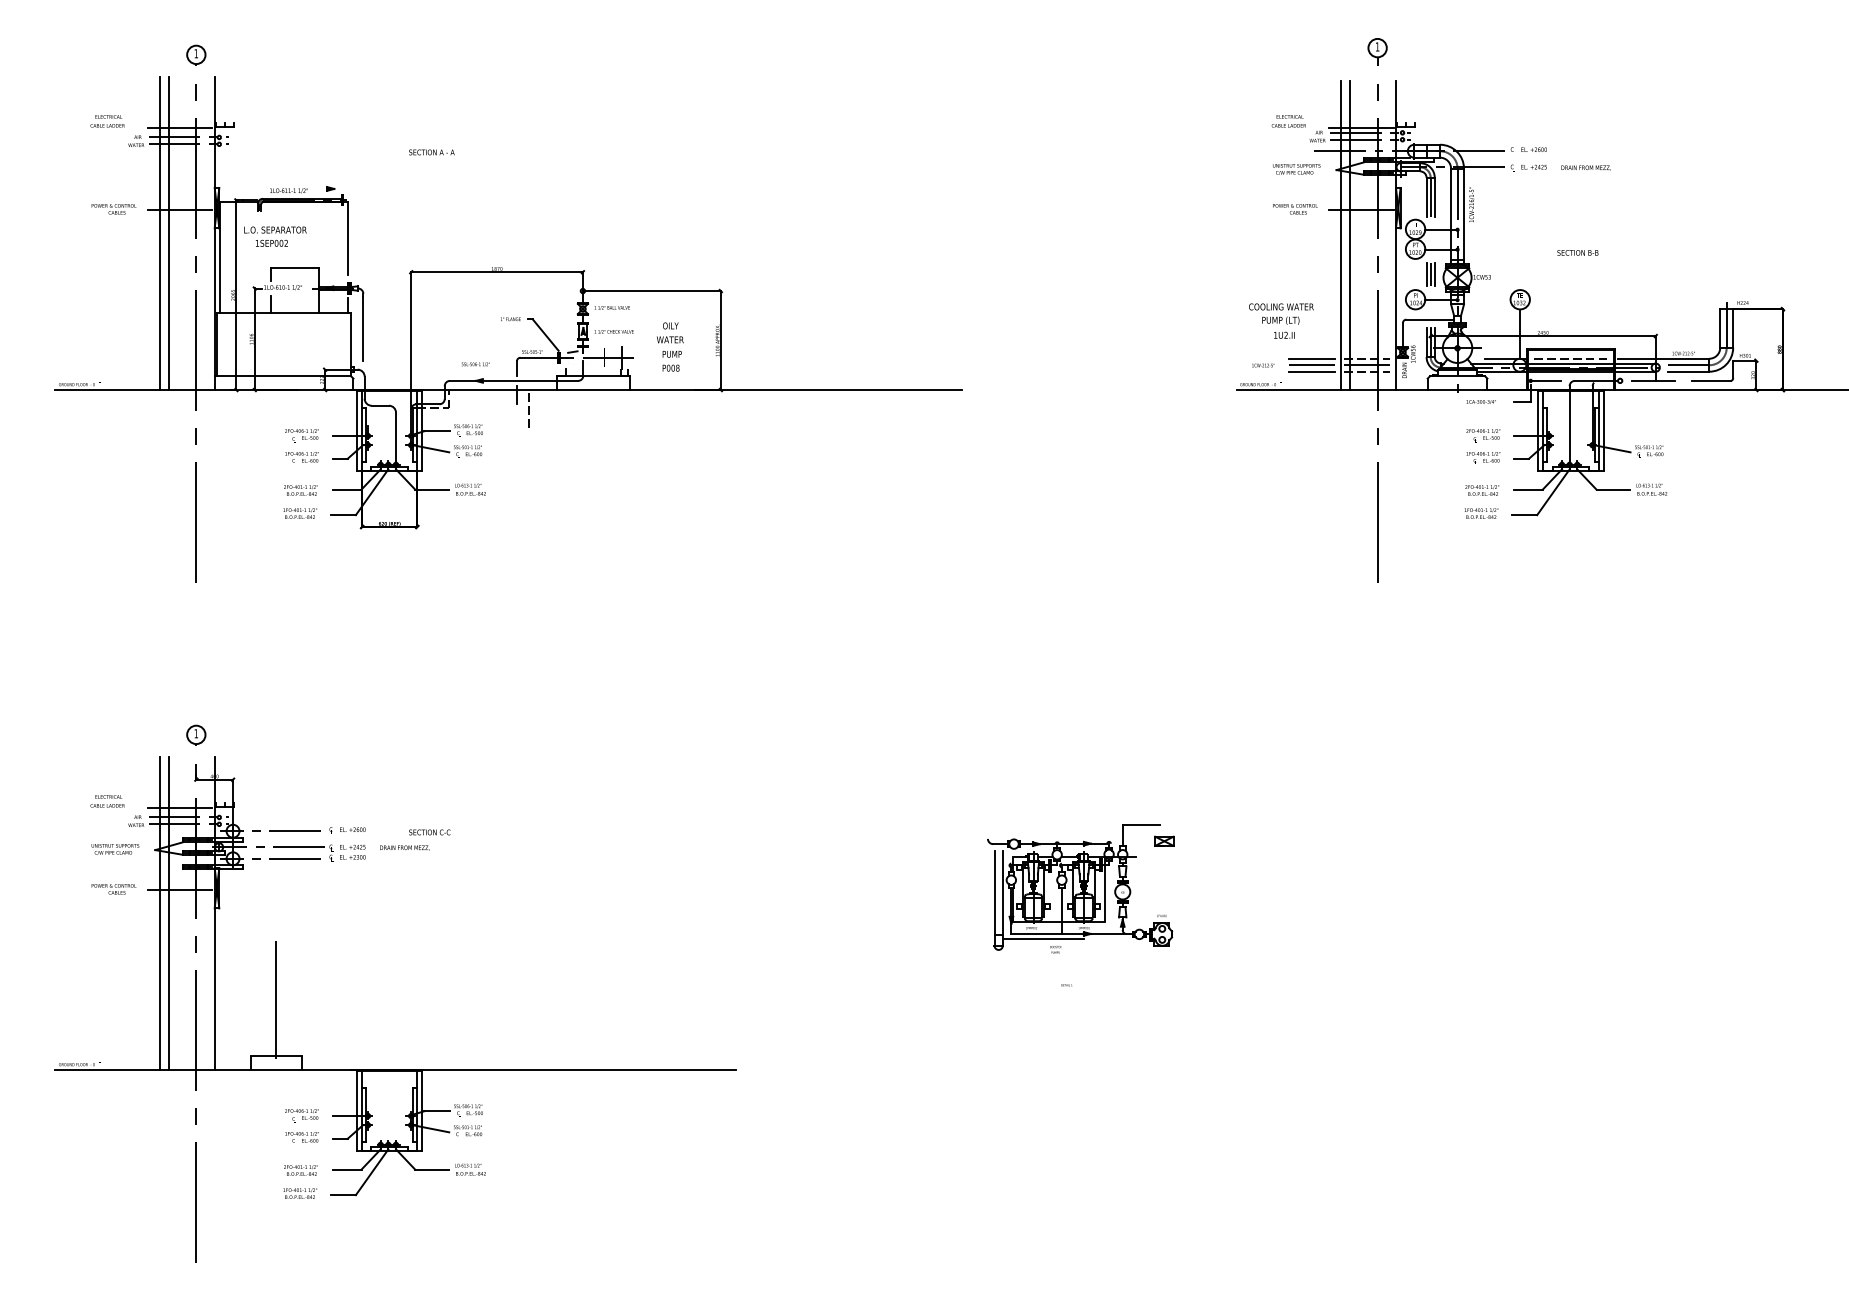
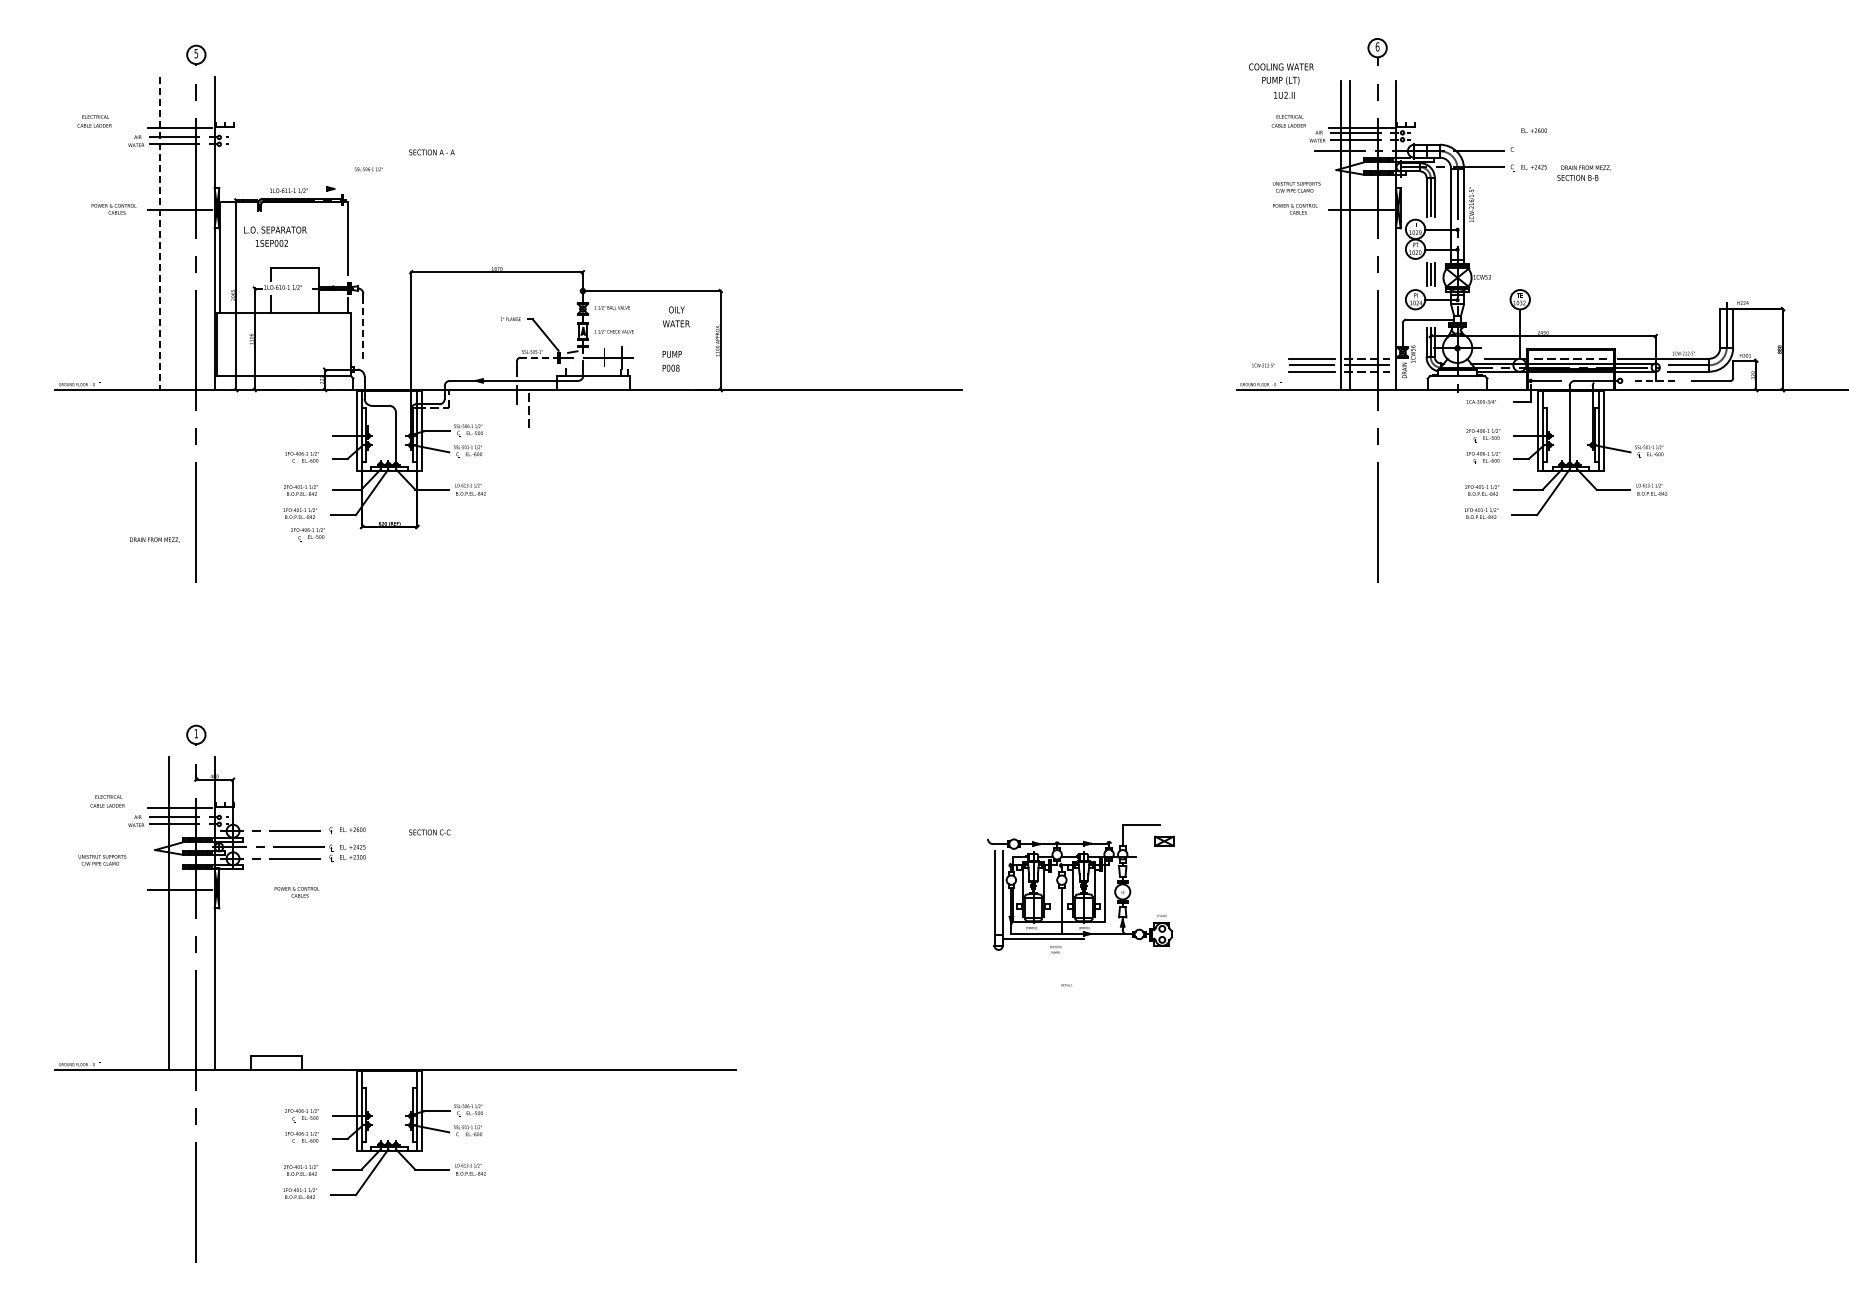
text at (1377, 46): 1 -> 6
text at (196, 53): 1 -> 5
text at (107, 121) position: (107, 121) -> (94, 121)
text at (1533, 149) position: (1533, 149) -> (1533, 130)
text at (1296, 169) position: (1296, 169) -> (1296, 187)
line at (159, 233): solid -> dashed
line at (168, 233): present -> none
text at (1577, 252) position: (1577, 252) -> (1577, 177)
text at (1281, 320) position: (1281, 320) -> (1281, 80)
line at (363, 328): solid -> dashed
text at (670, 332) position: (670, 332) -> (676, 316)
line at (539, 357): solid -> dashed
text at (475, 364) position: (475, 364) -> (368, 169)
line at (1653, 380): solid -> dashed
text at (301, 435) position: (301, 435) -> (307, 534)
text at (404, 847) position: (404, 847) -> (154, 539)
text at (115, 849) position: (115, 849) -> (102, 860)
text at (113, 889) position: (113, 889) -> (296, 892)
line at (159, 913): present -> none
line at (276, 999): present -> none
